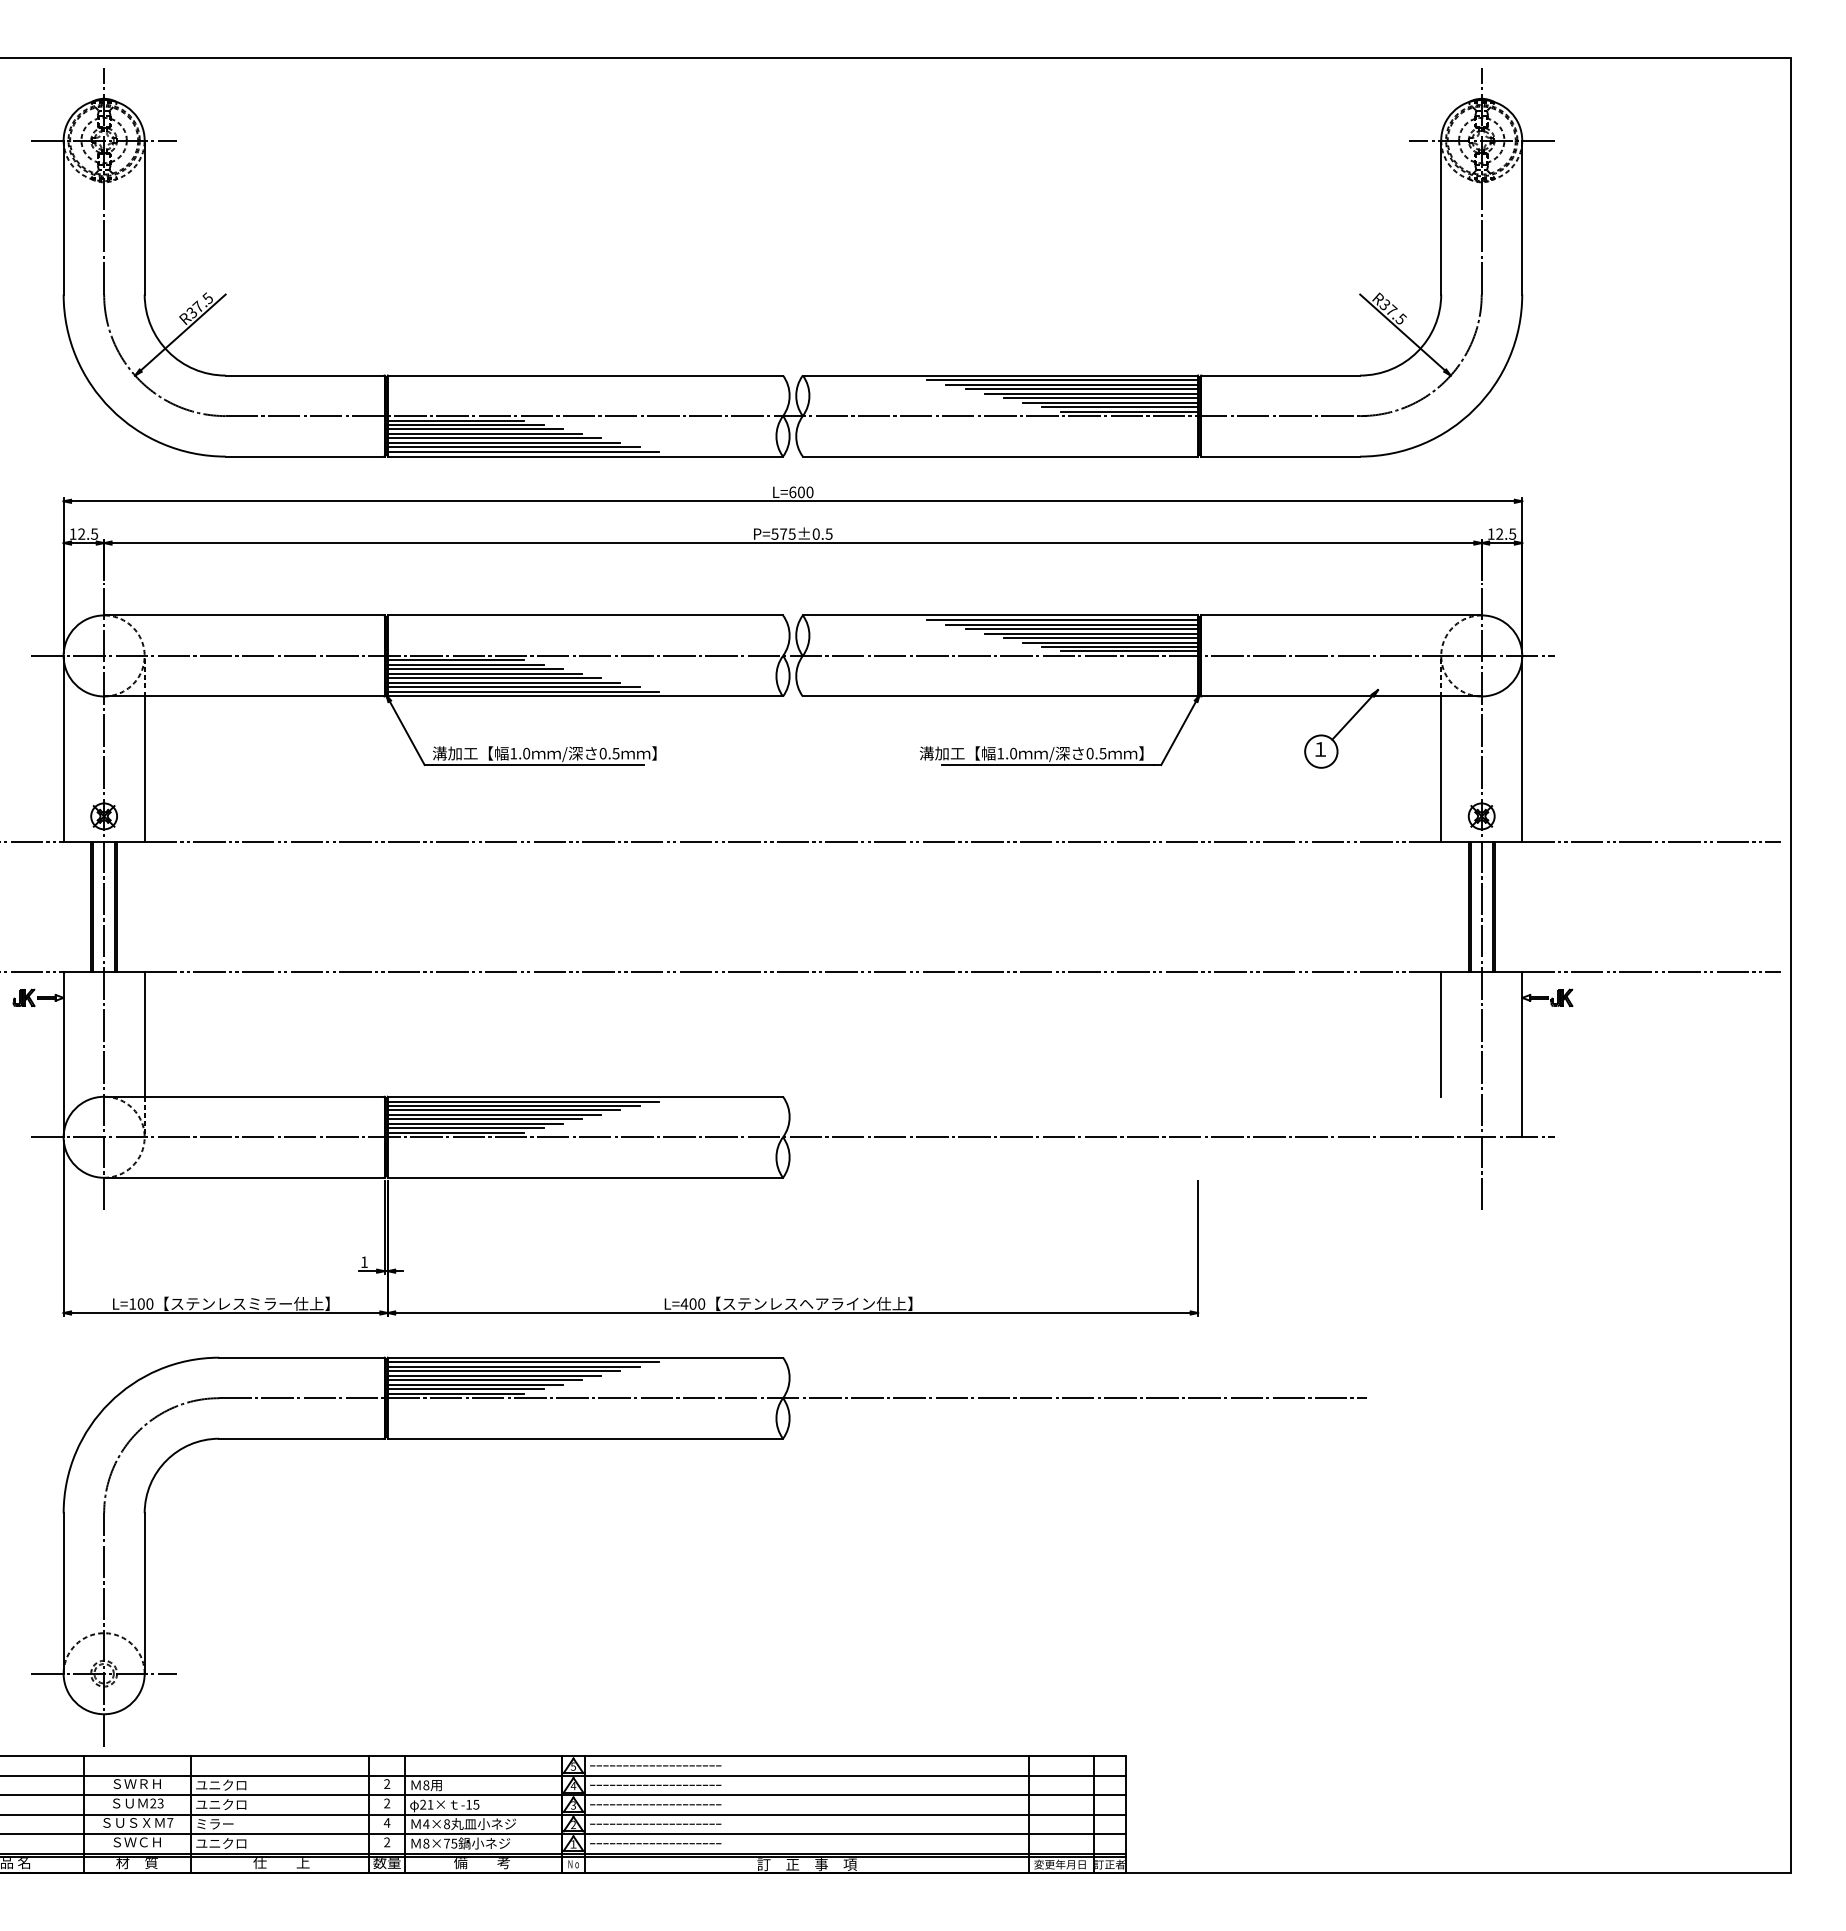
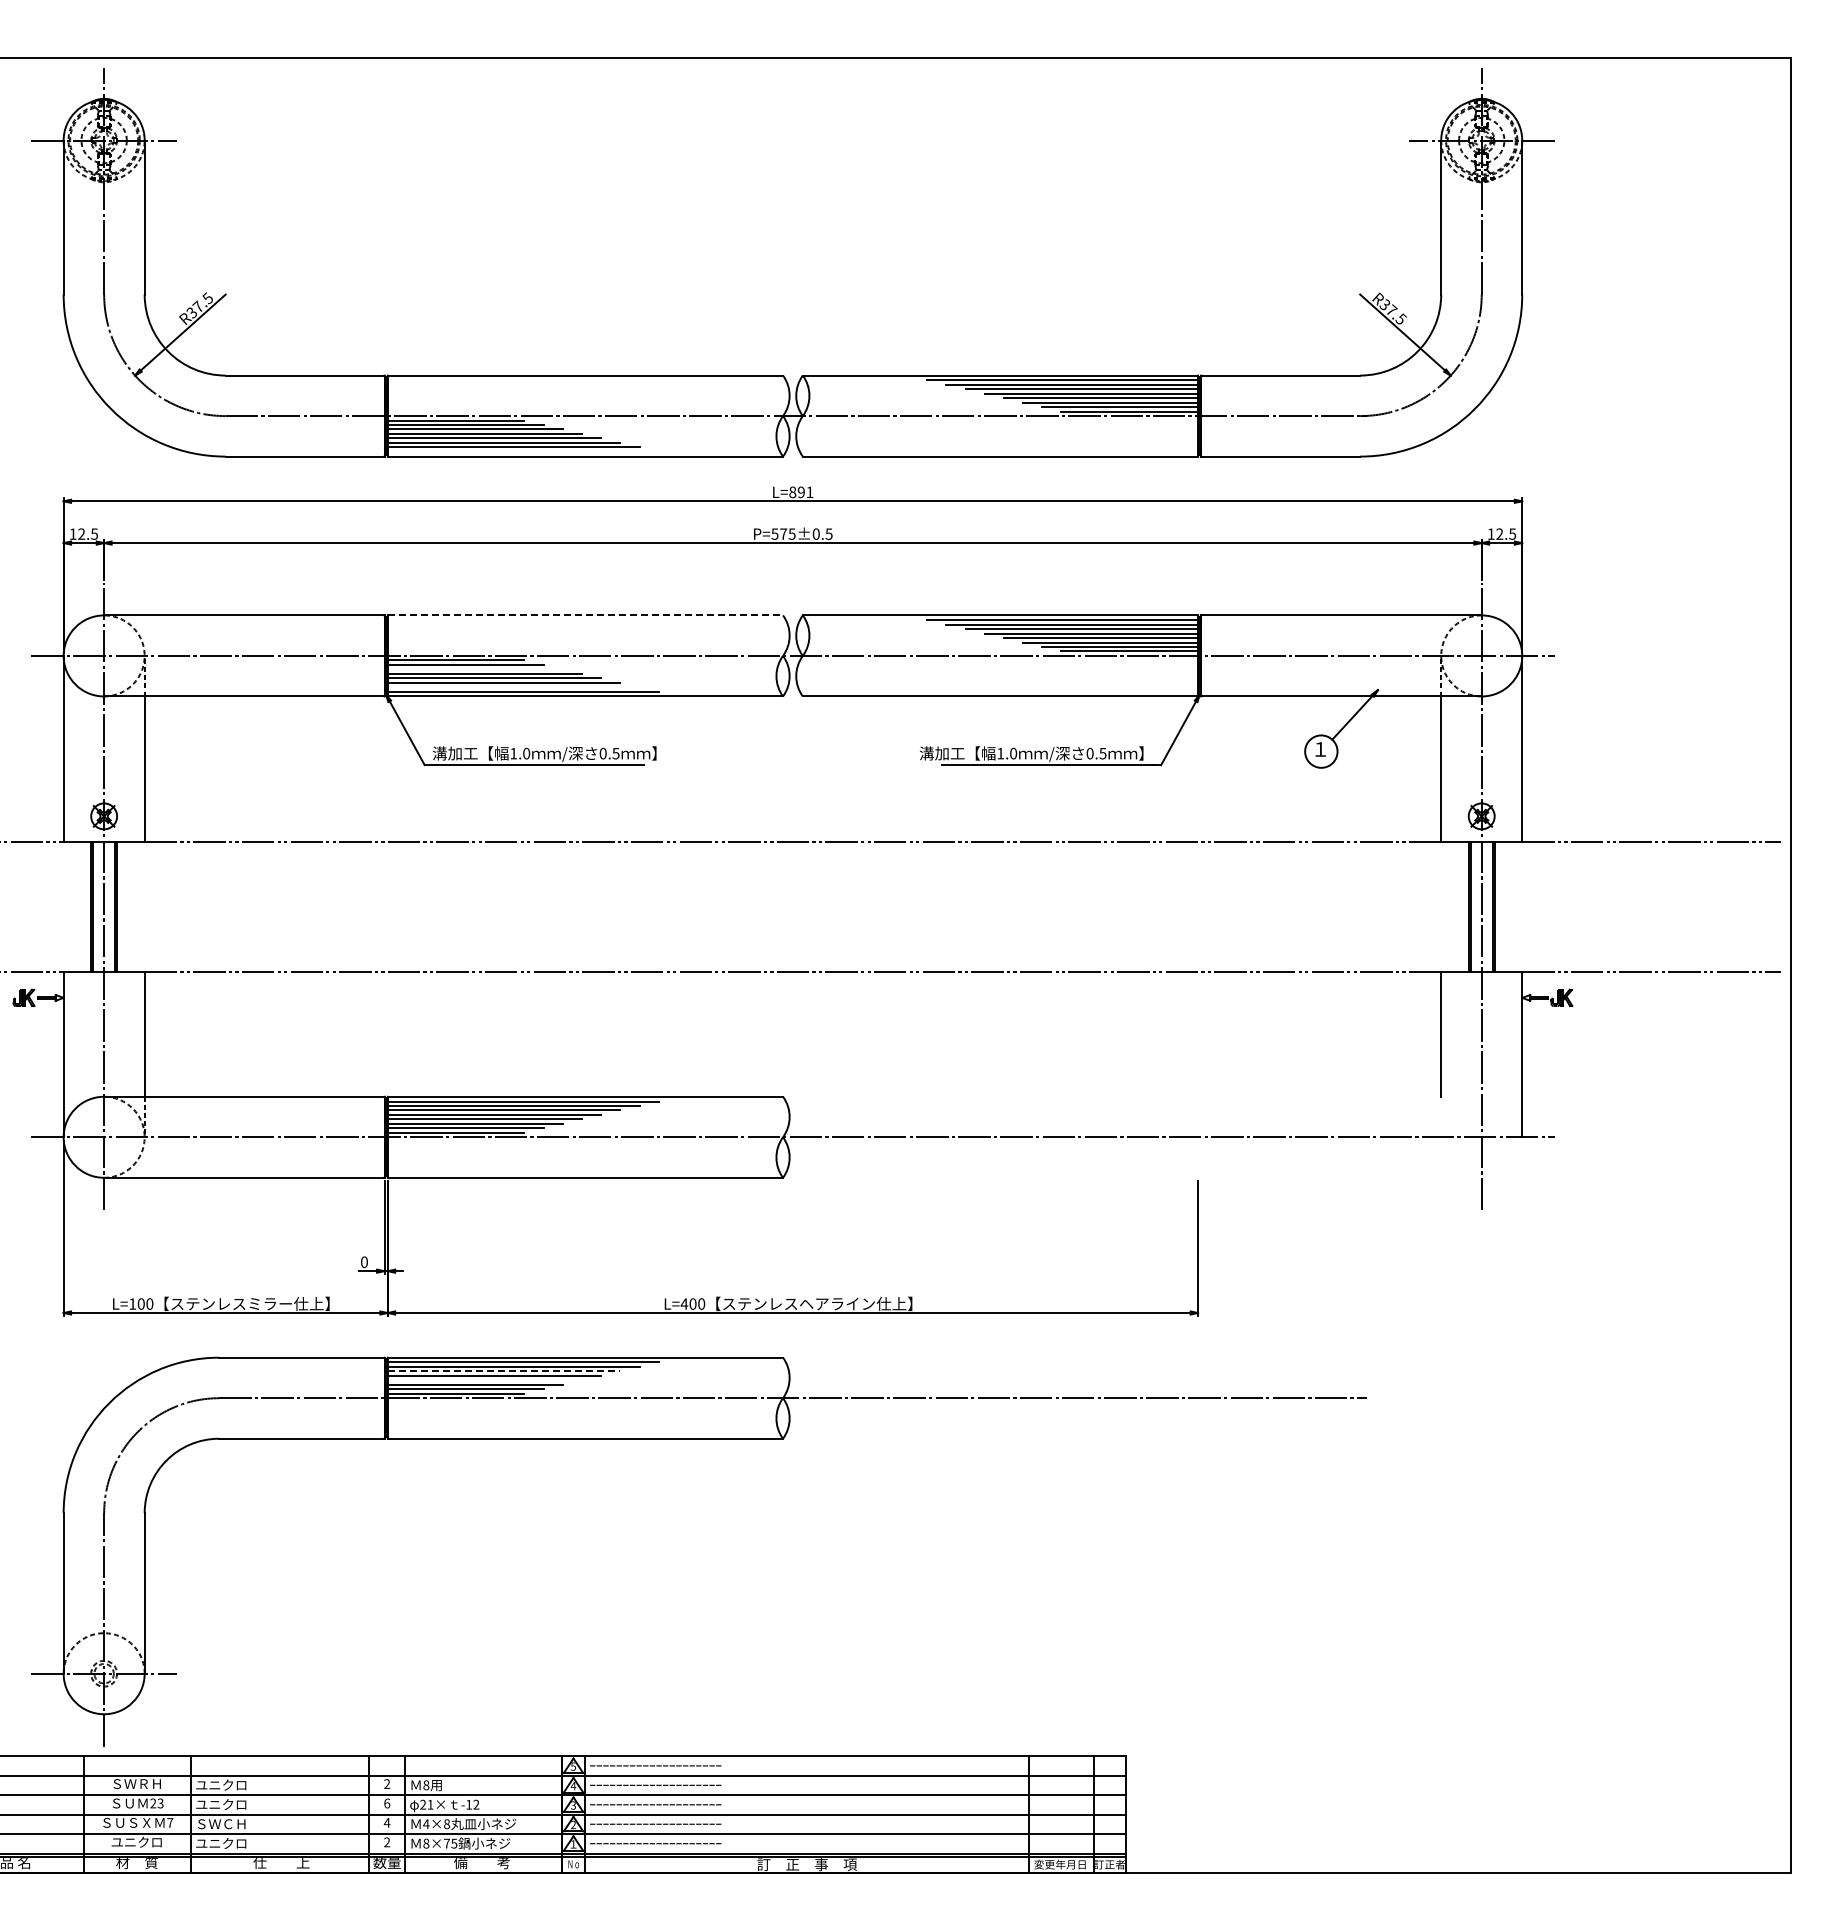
line at (522, 451): present -> none
text at (801, 492): L=600 -> L=891
line at (585, 615): solid -> dashed
line at (474, 669): present -> none
line at (513, 687): present -> none
text at (364, 1262): 1 -> 0
line at (504, 1371): solid -> dashed
line at (484, 1380): present -> none
text at (387, 1803): 2 -> 6
text at (476, 1804): -15 -> -12
text at (221, 1824): ミラー -> ＳＷＣＨ
text at (136, 1841): ＳＷＣＨ -> ユニクロ
